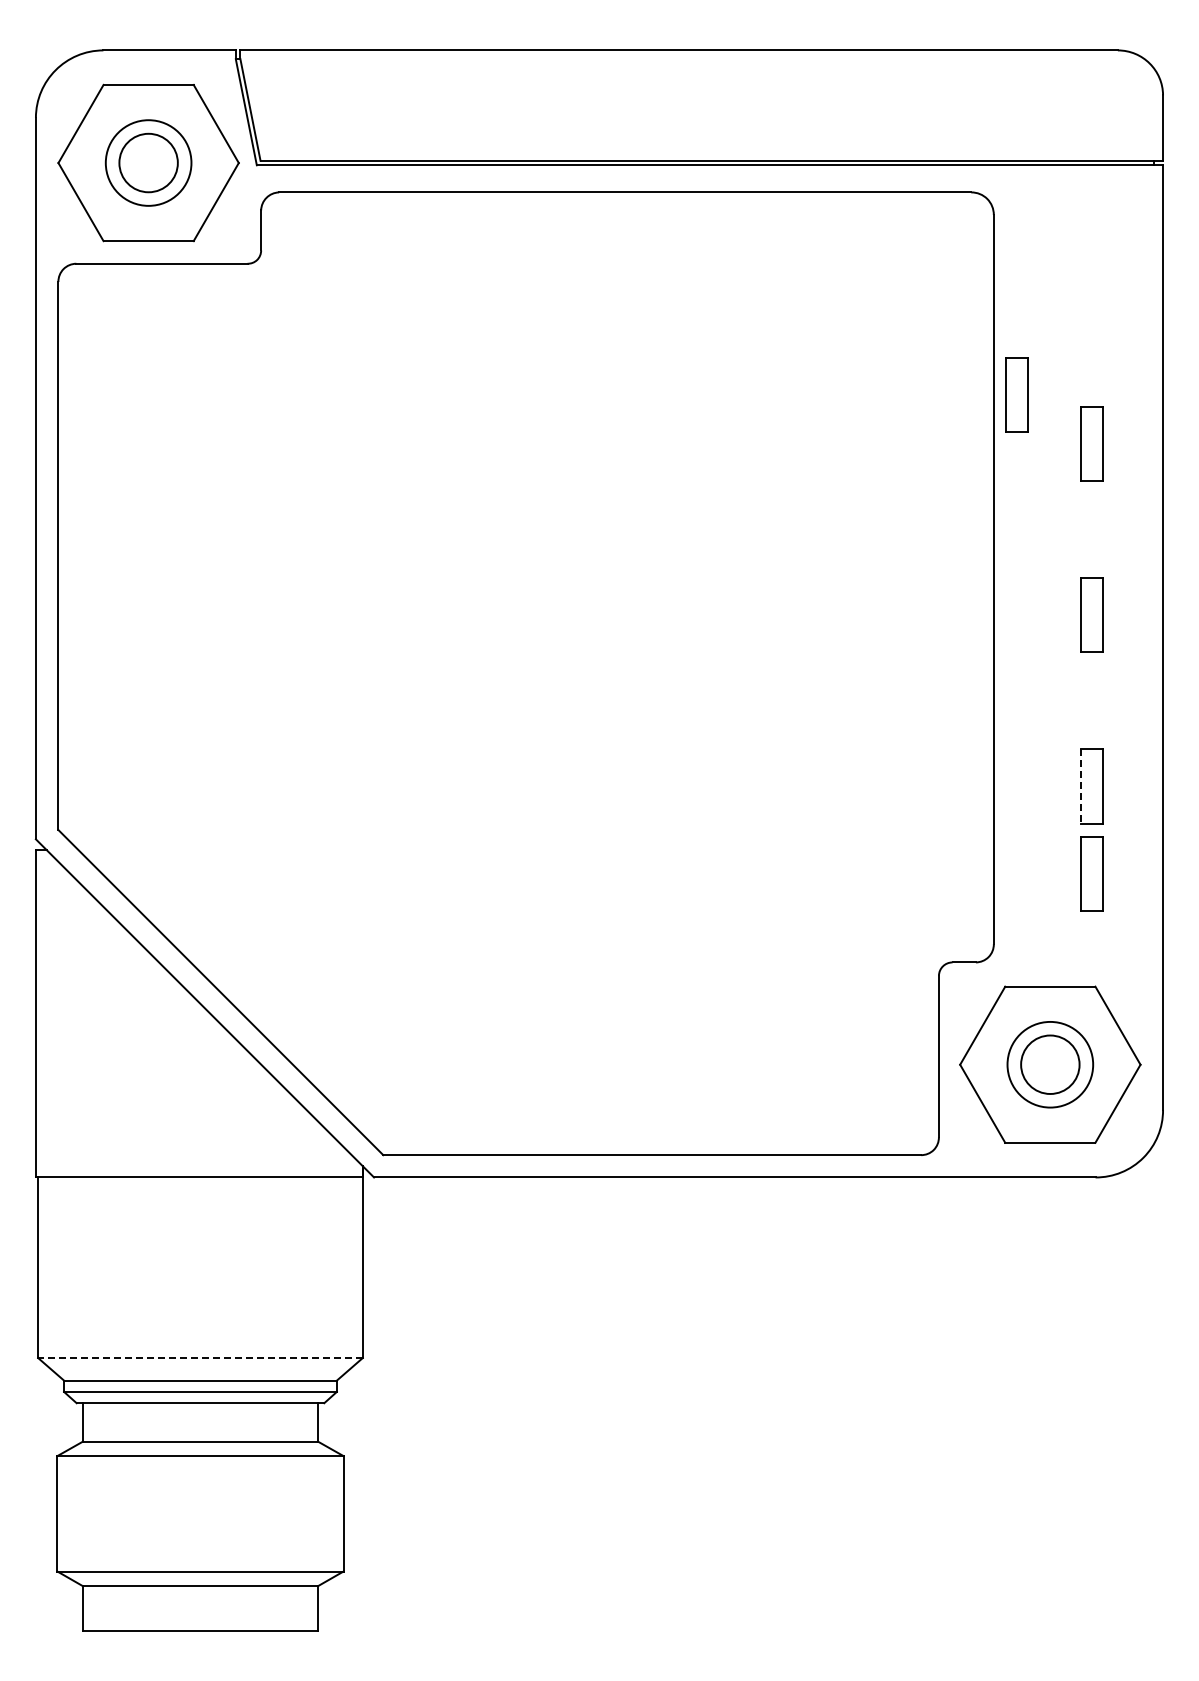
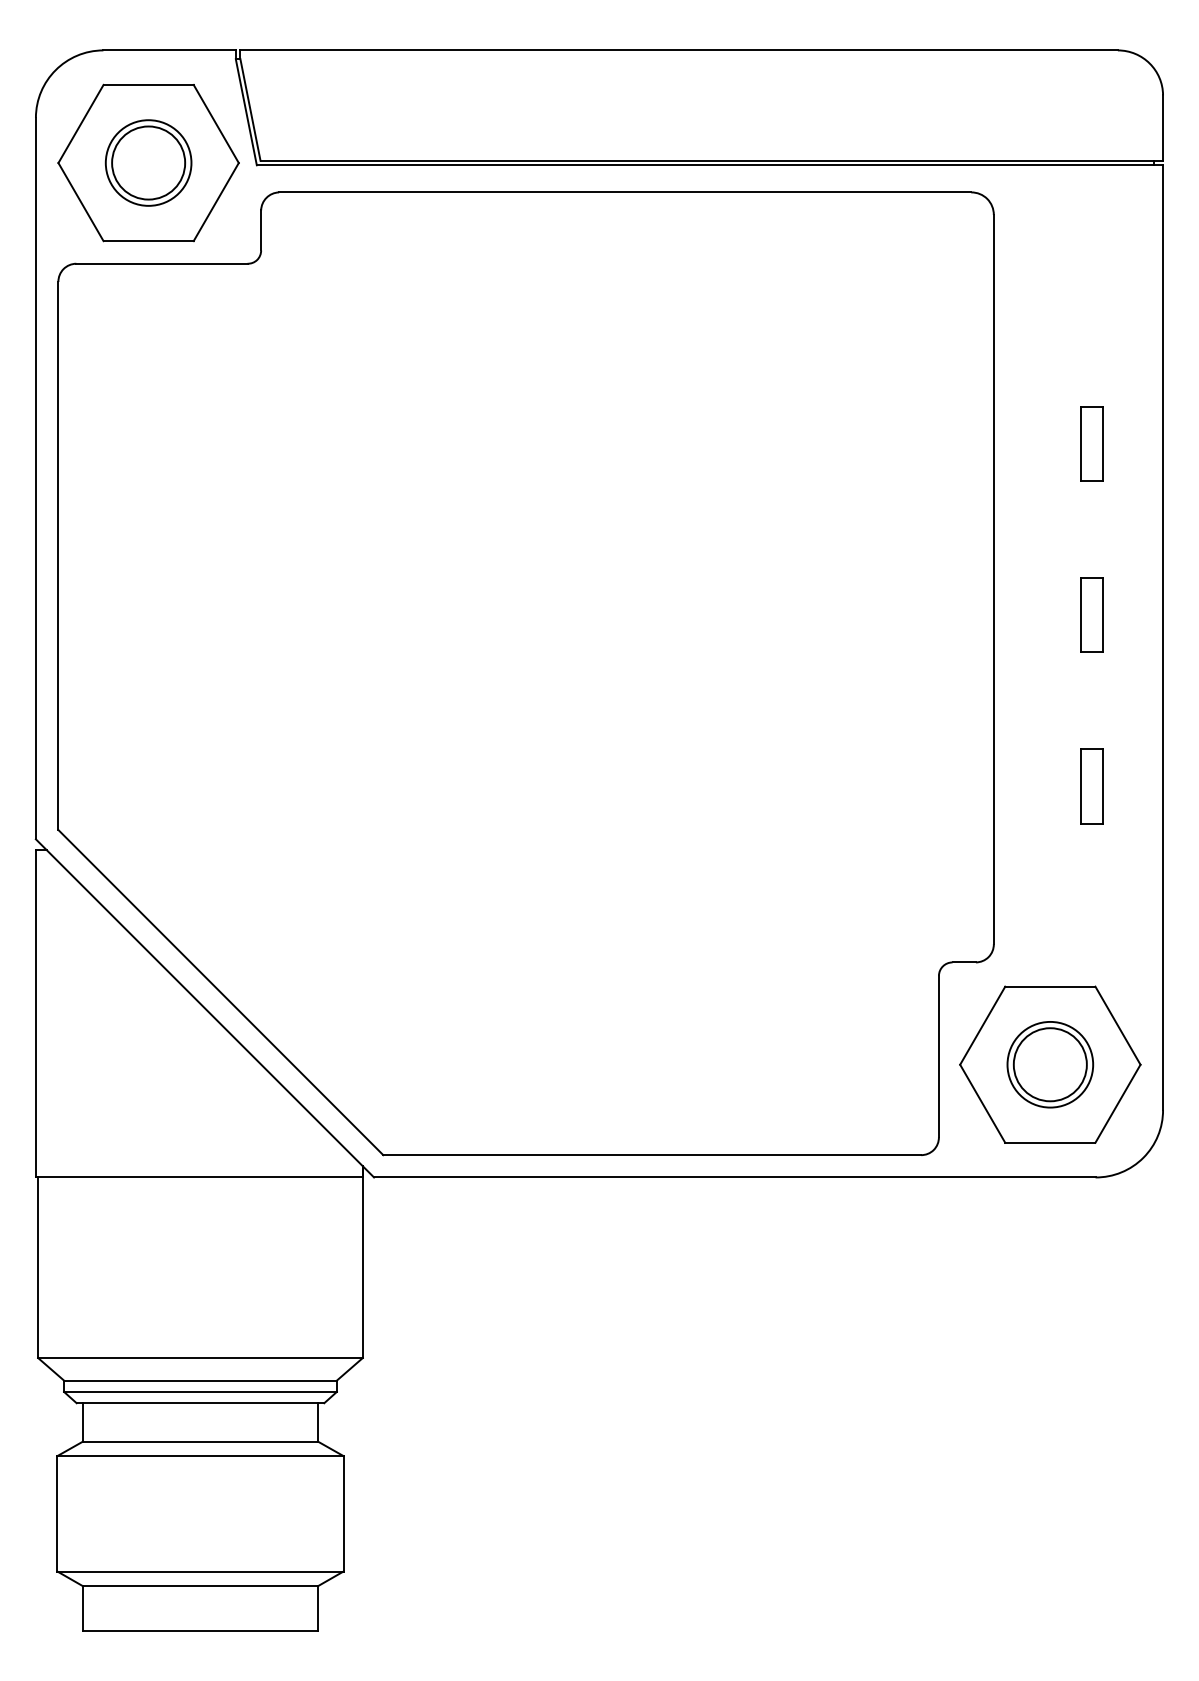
circle at (148, 162) diameter: 58 px -> 73 px
part at (1016, 394): present -> none
line at (1080, 786): dashed -> solid
part at (1091, 873): present -> none
circle at (1050, 1064) diameter: 58 px -> 73 px
line at (199, 1358): dashed -> solid
